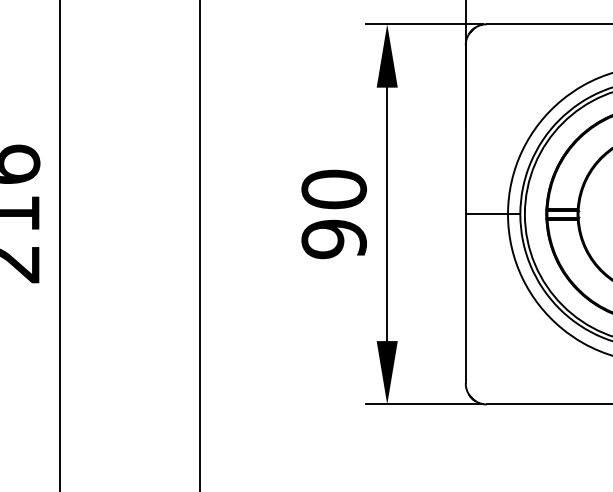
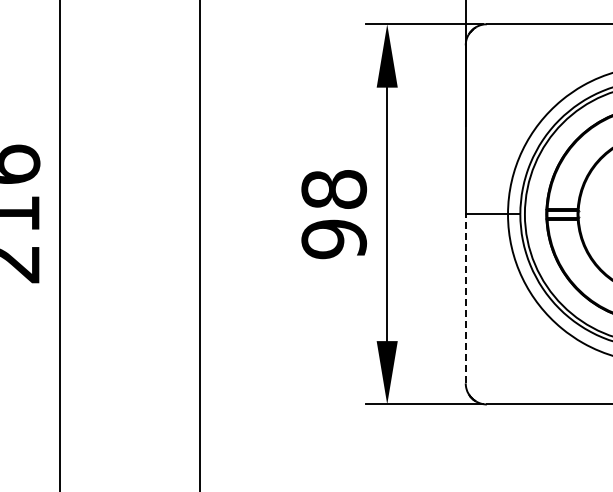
text at (333, 189): 90 -> 98
line at (465, 298): solid -> dashed
